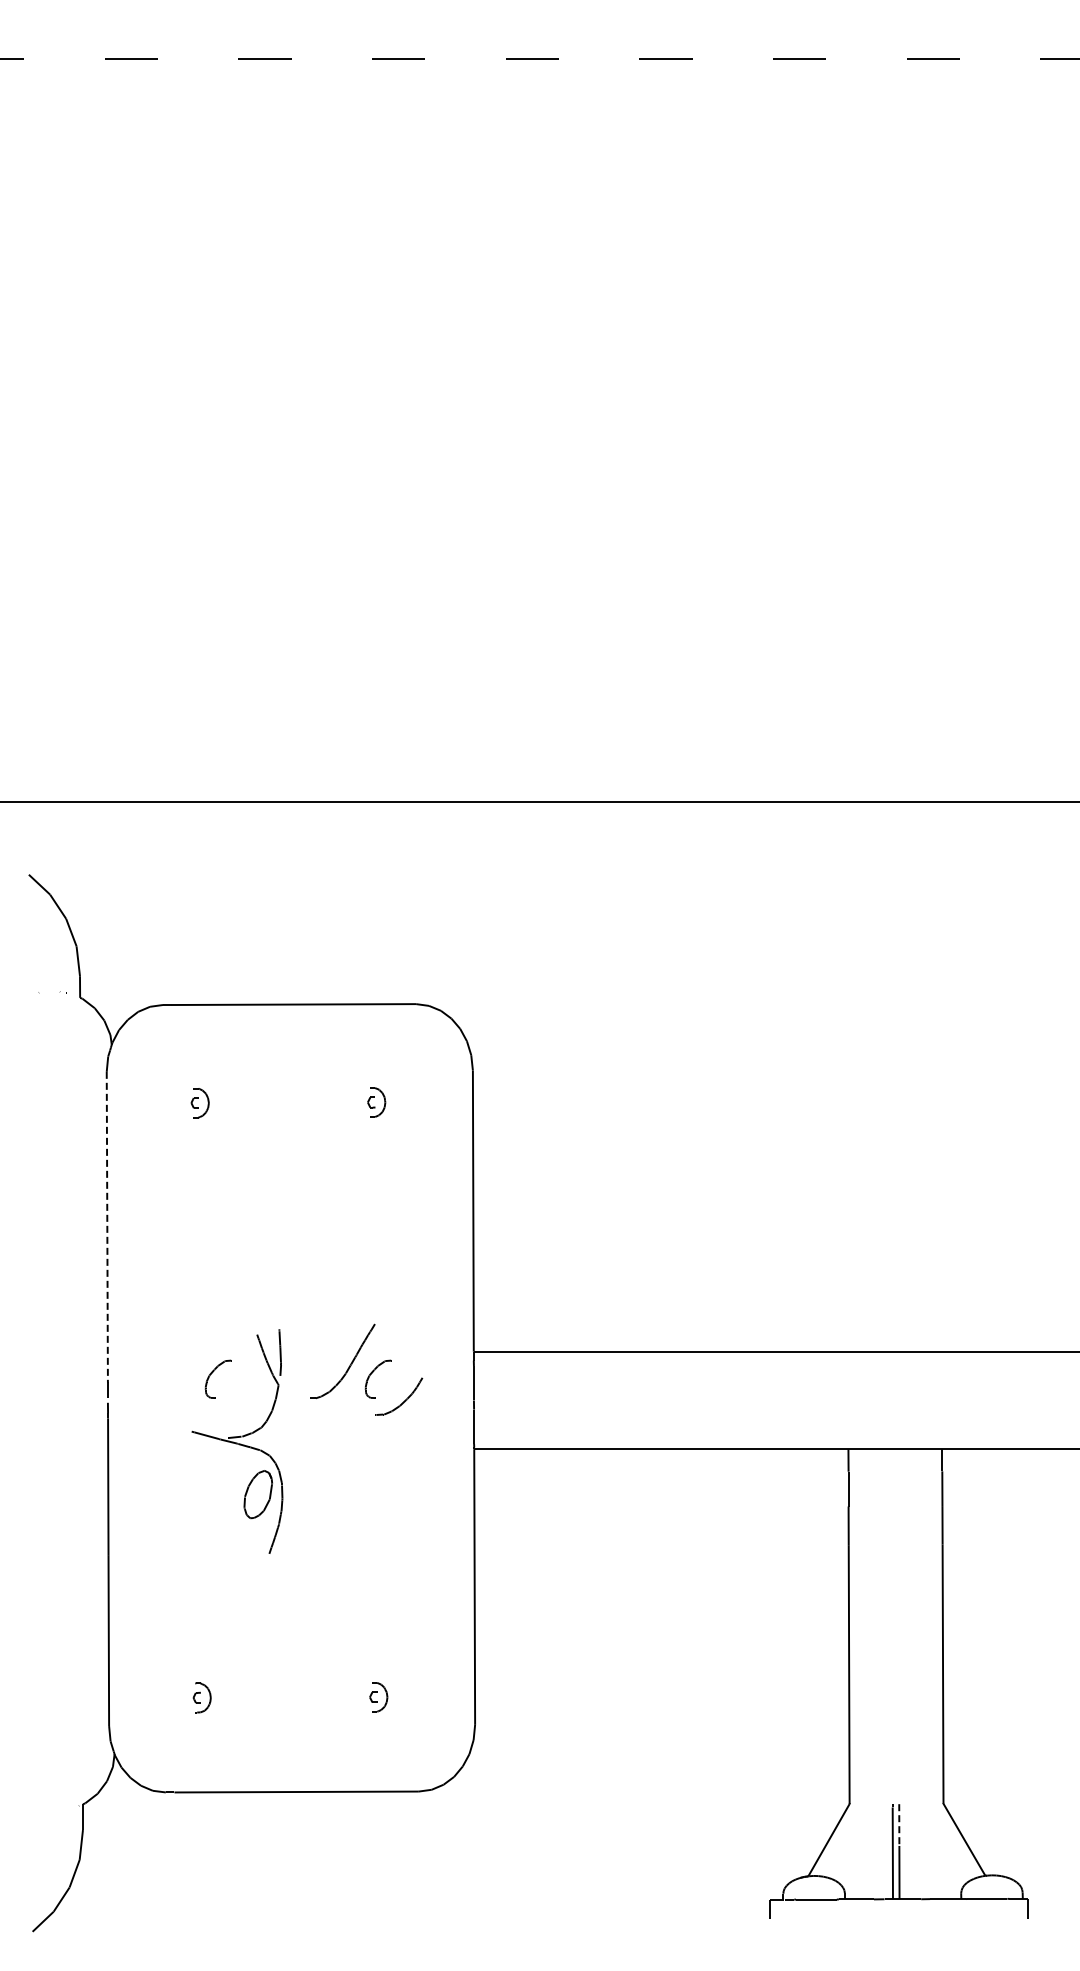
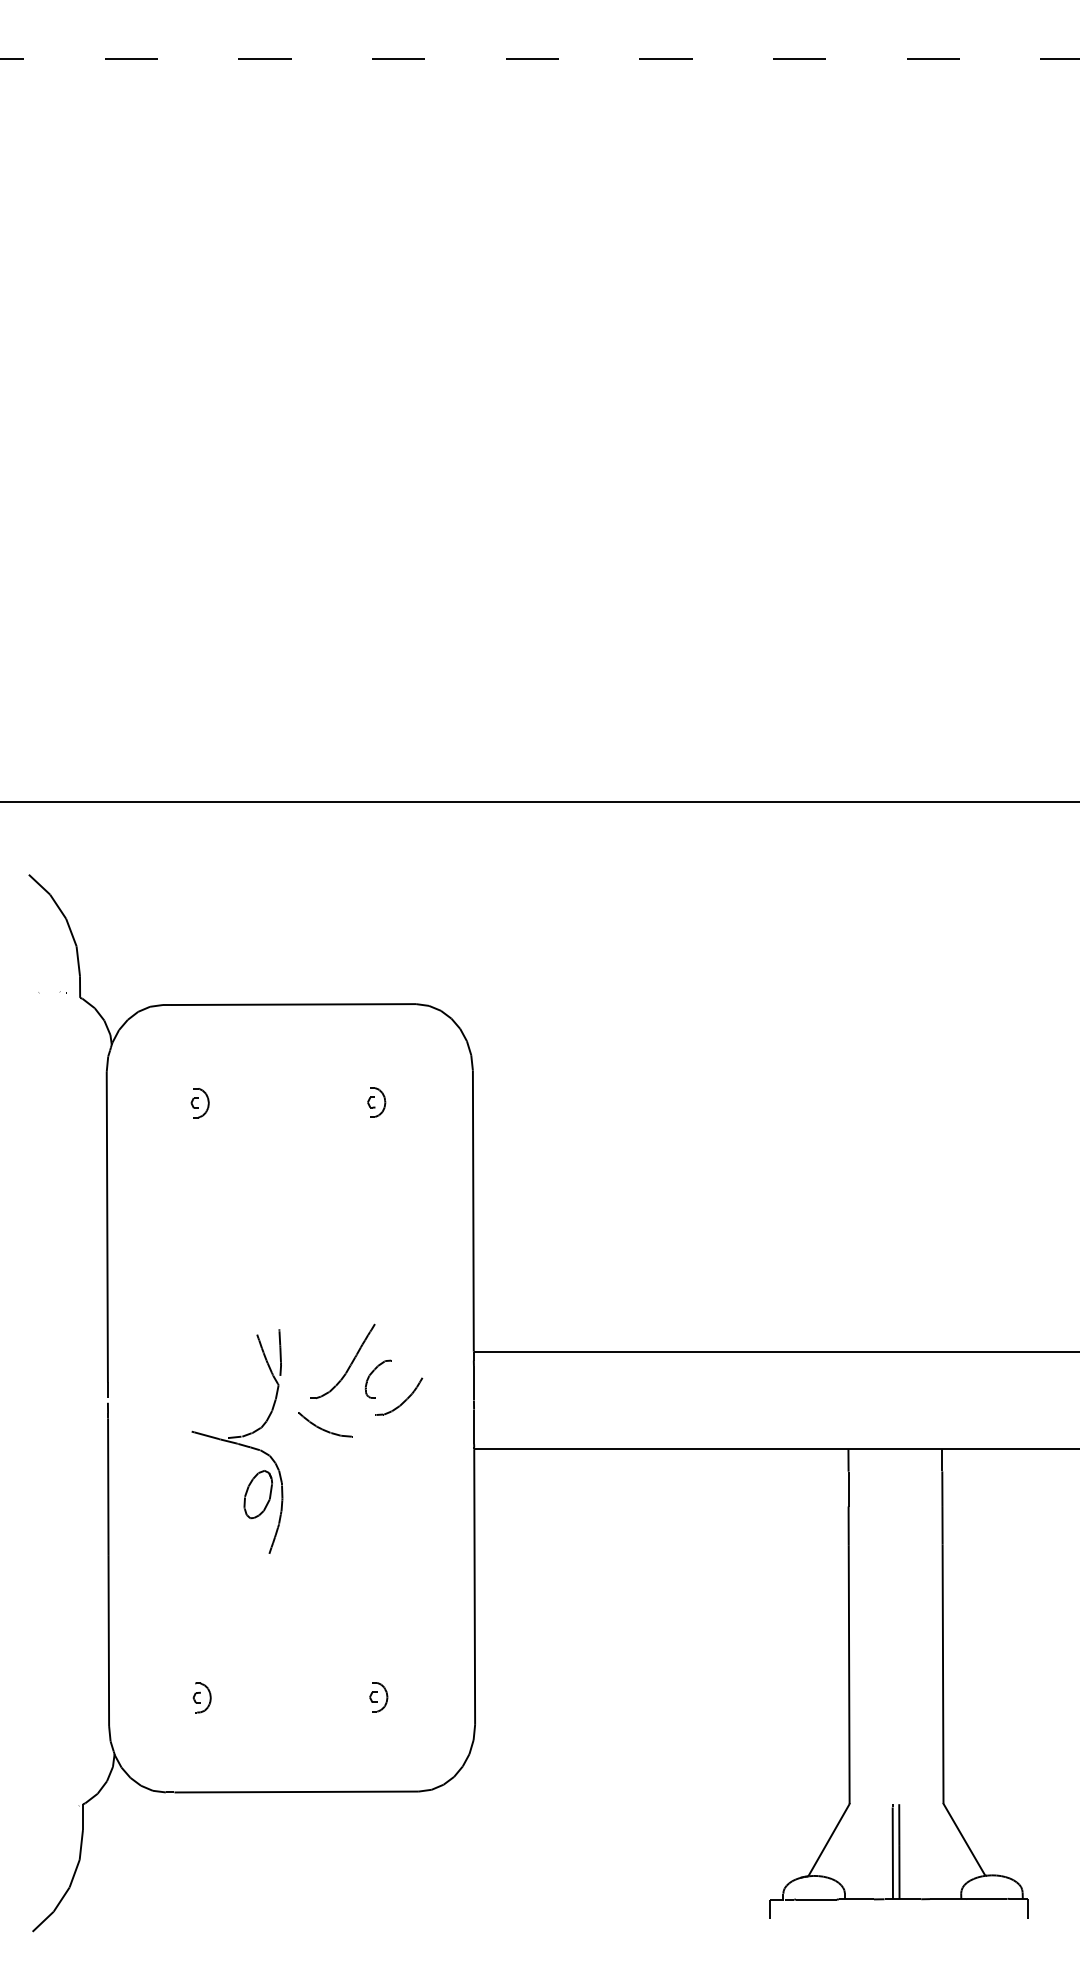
line at (107, 1227): dashed -> solid
part at (212, 1373): present -> none
part at (325, 1424): none -> present
line at (899, 1825): dashed -> solid
